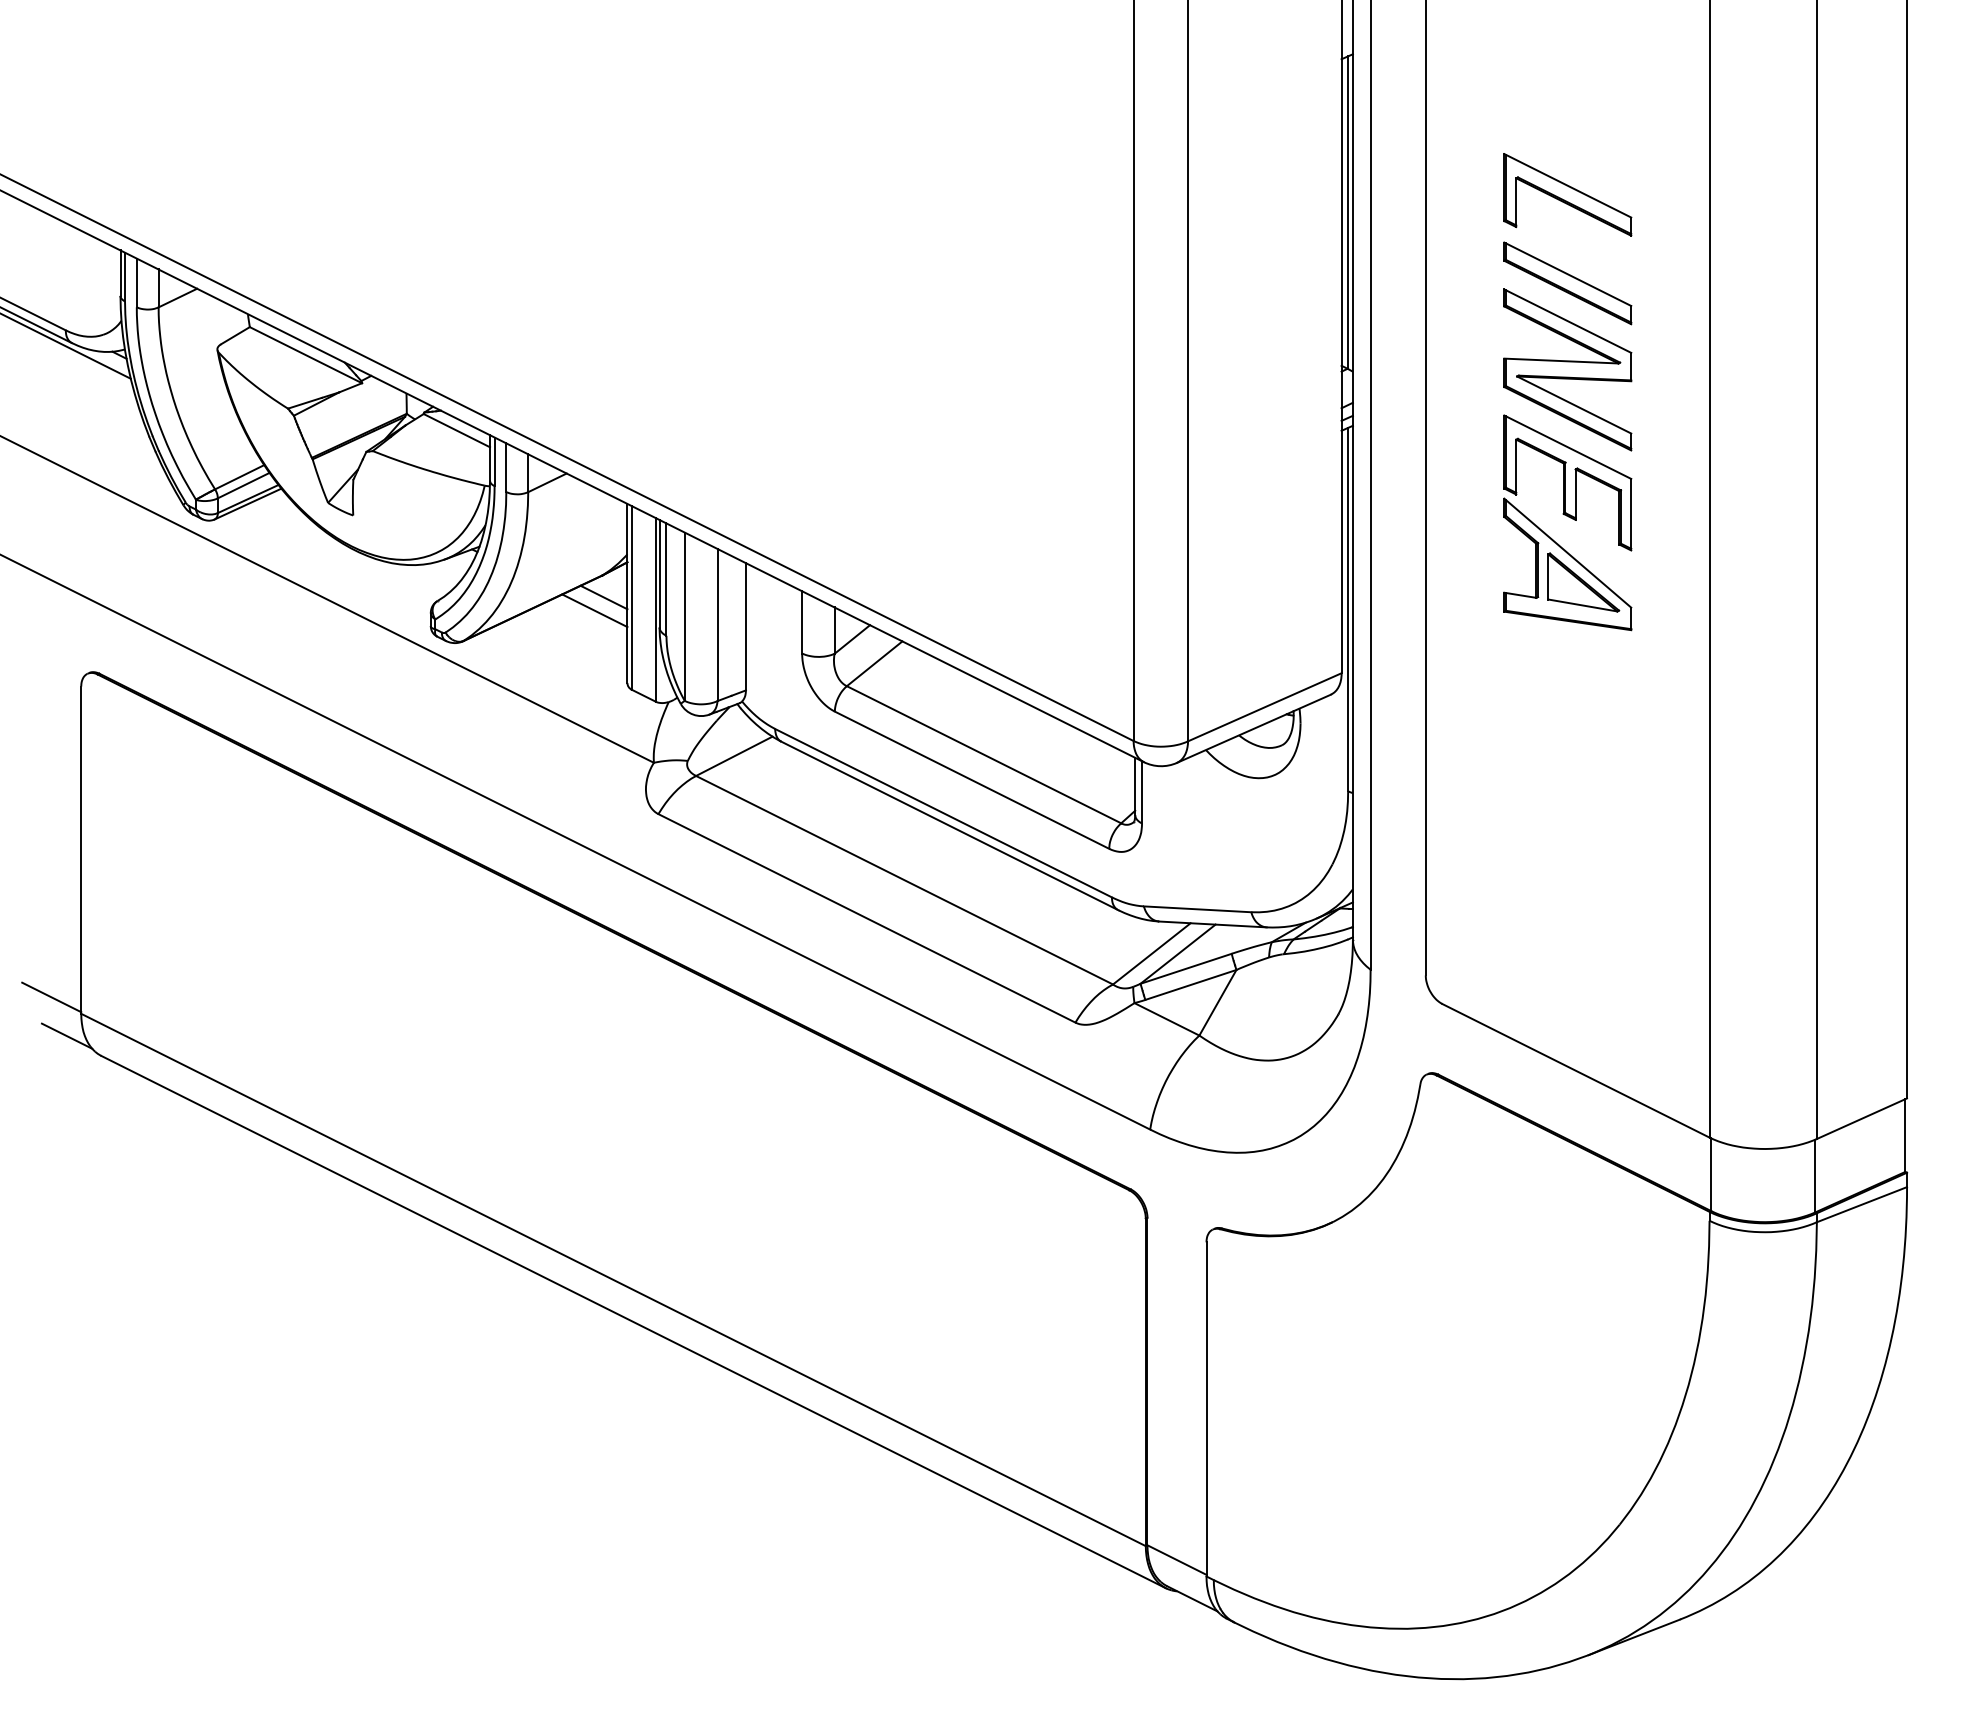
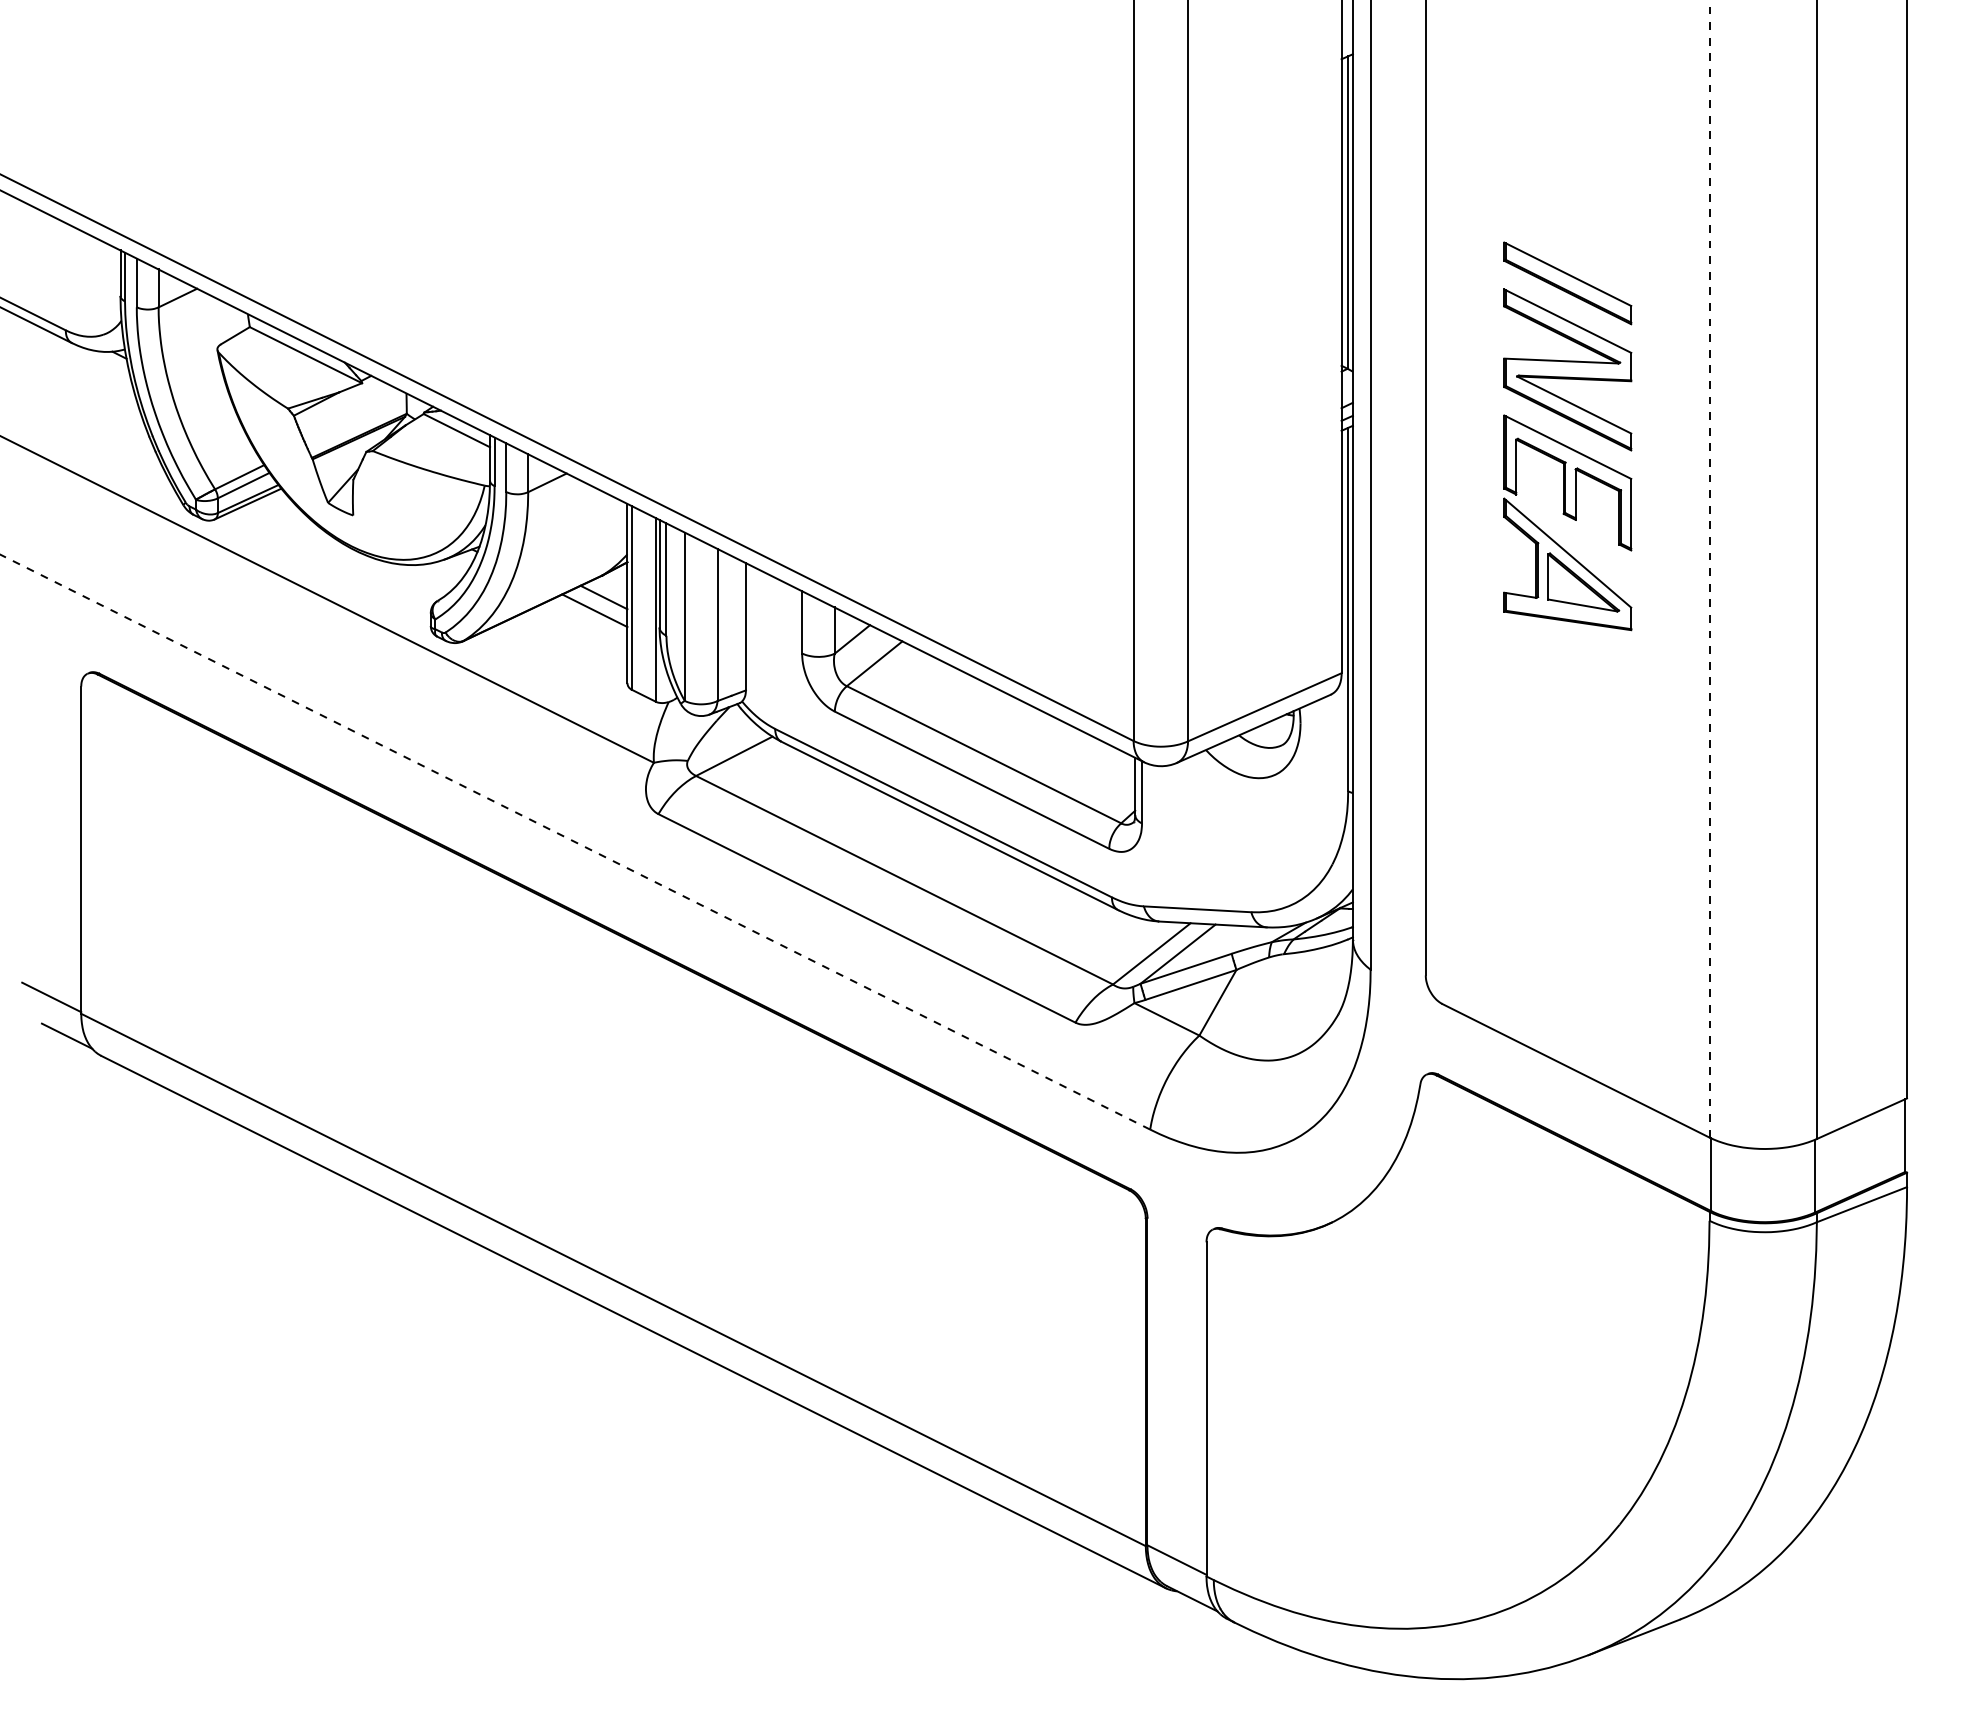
part at (1567, 194): present -> none
line at (66, 346): present -> none
line at (1709, 568): solid -> dashed
line at (575, 842): solid -> dashed
